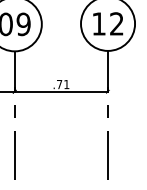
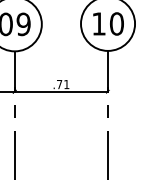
text at (116, 23): 12 -> 10
